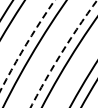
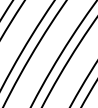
arc at (25, 45): dashed -> solid
arc at (61, 53): dashed -> solid
